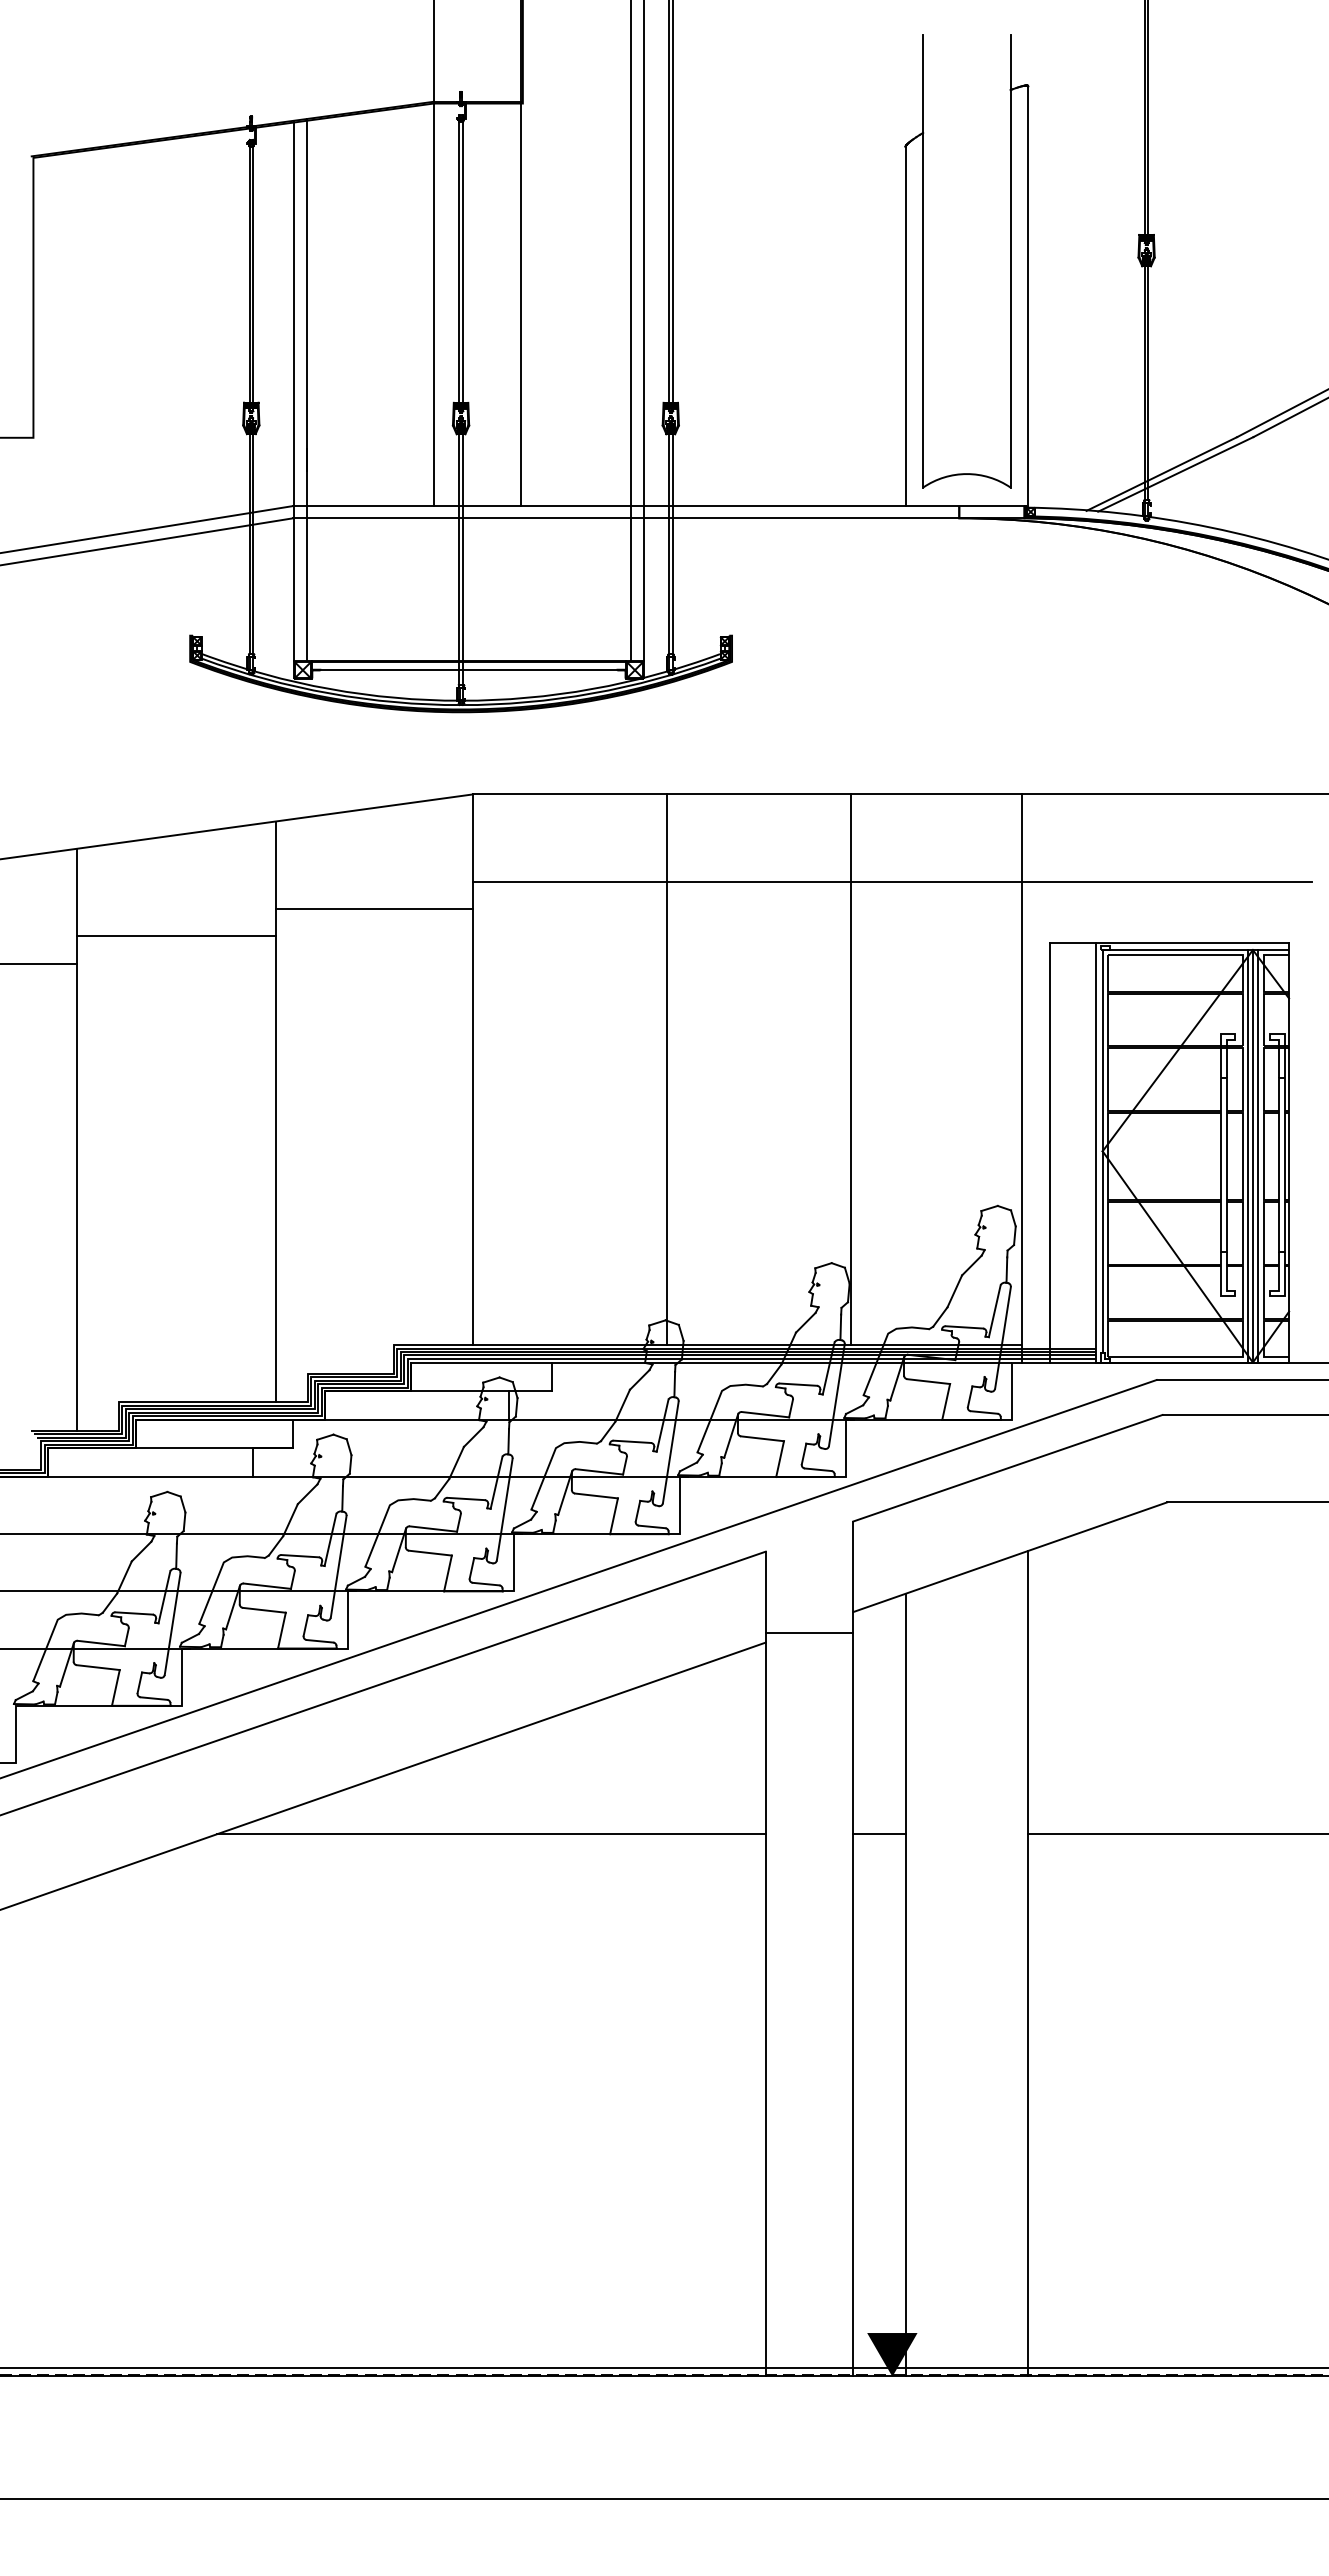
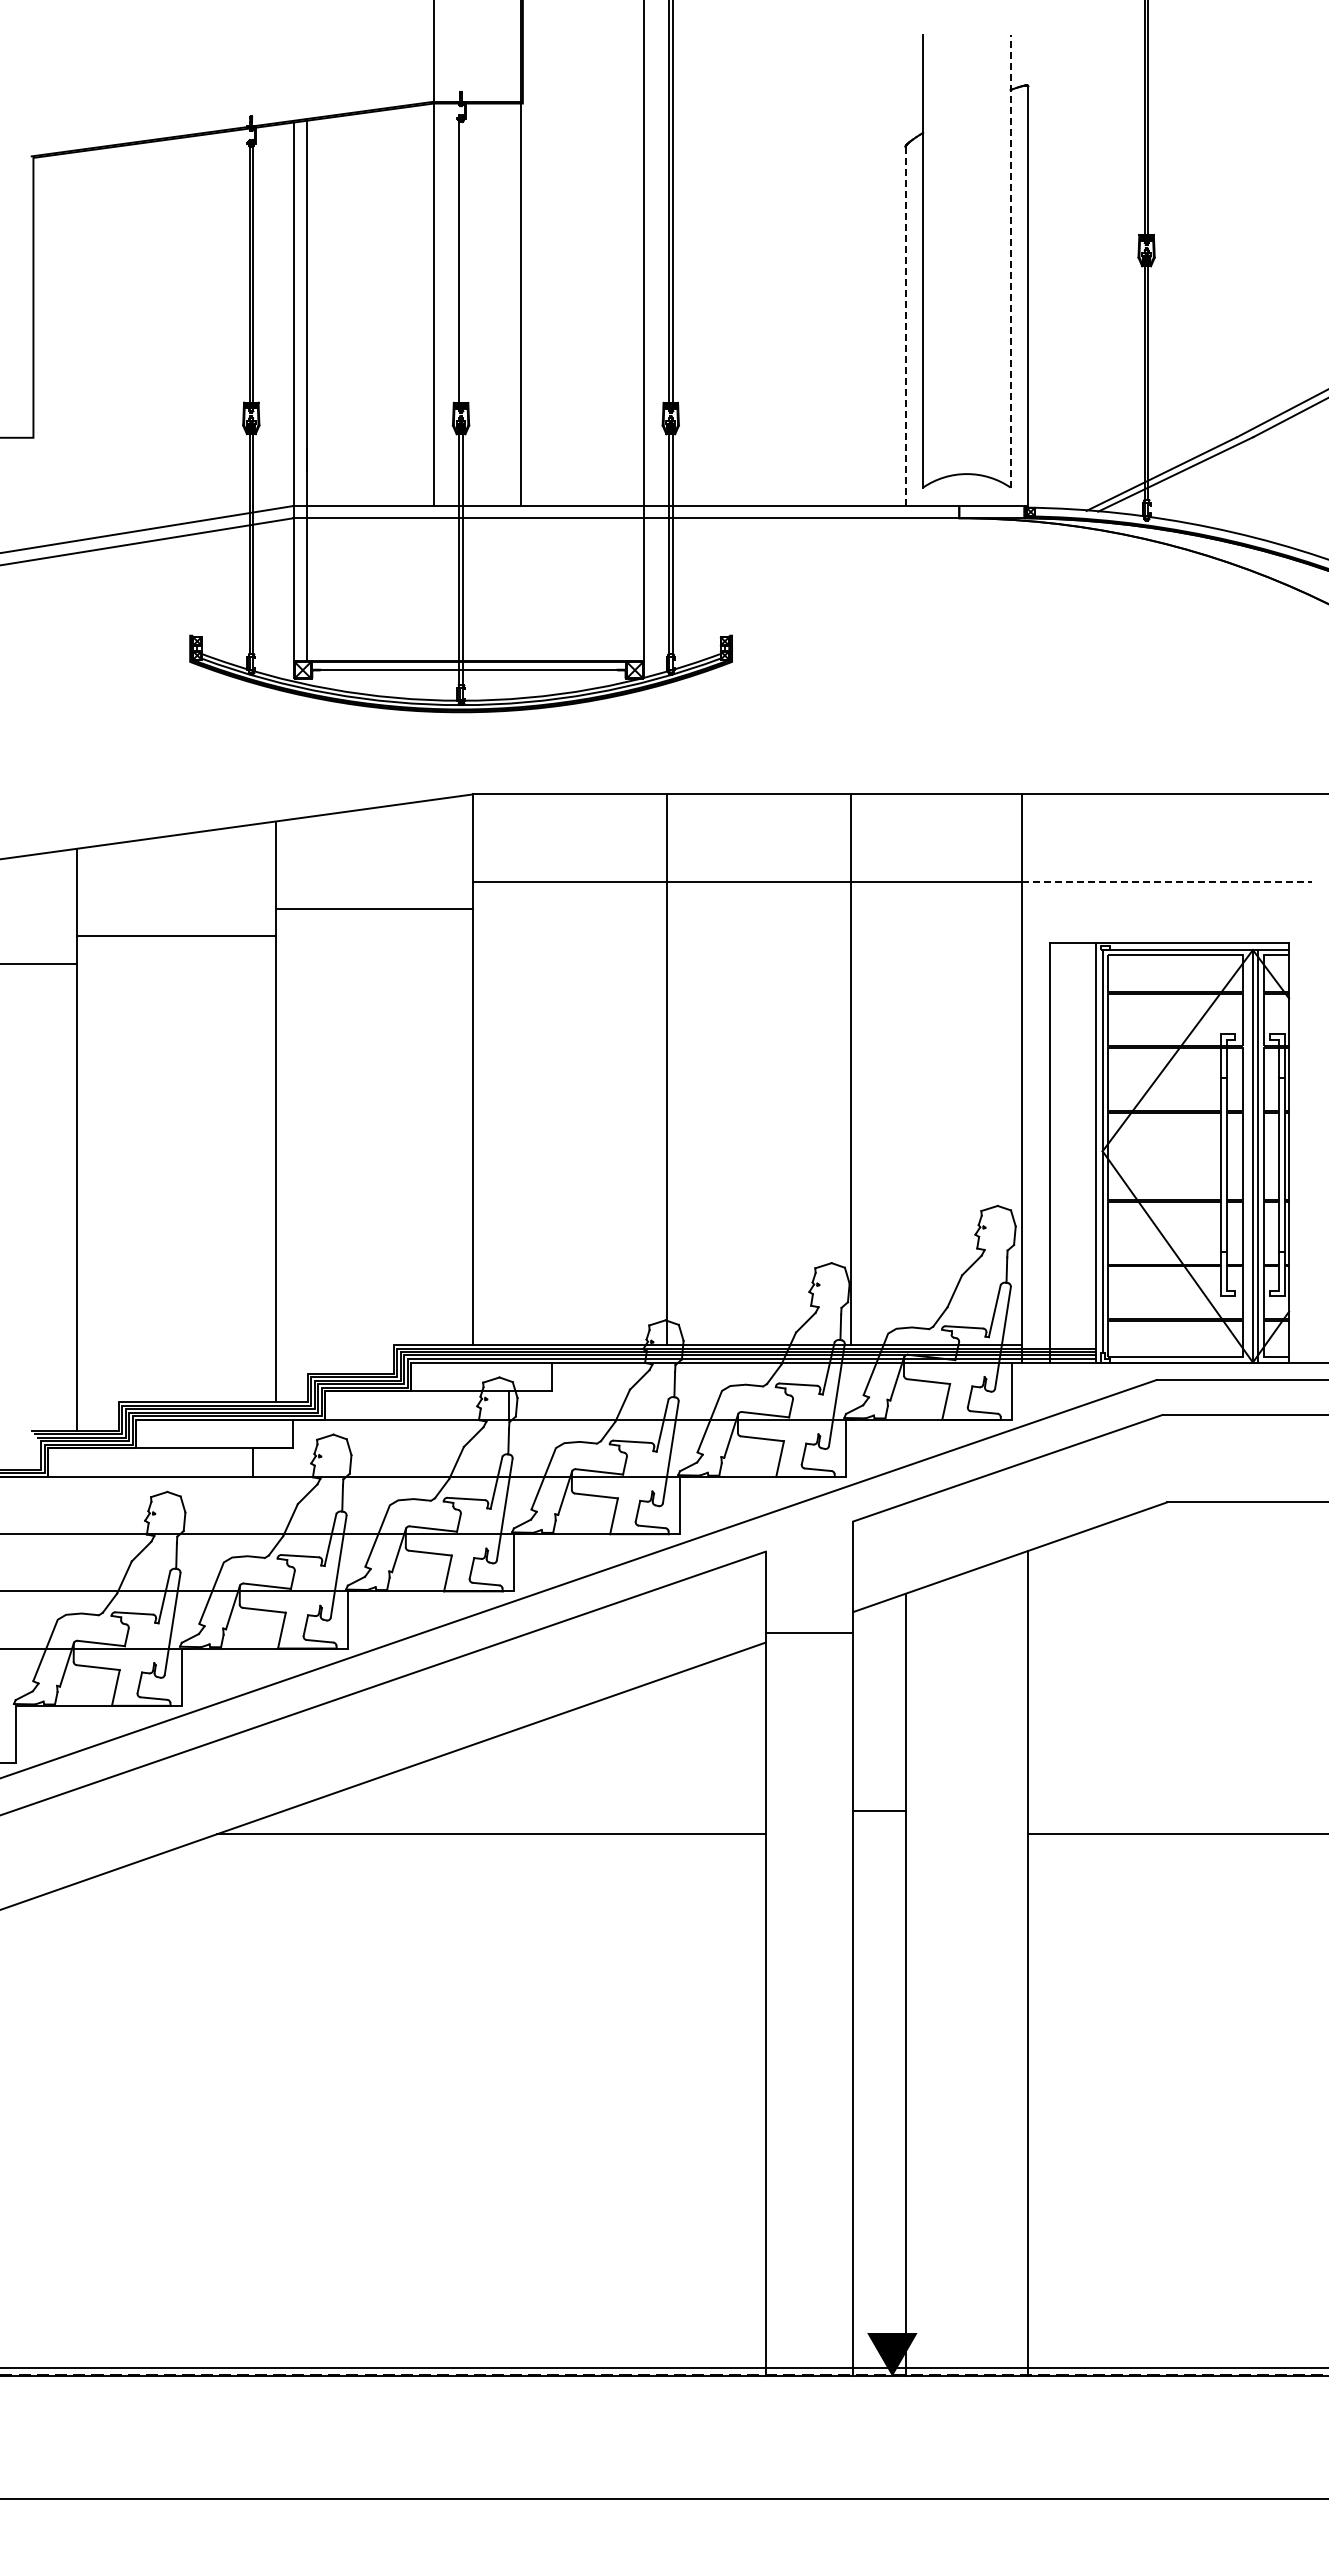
line at (462, 260): present -> none
line at (1010, 260): solid -> dashed
line at (905, 326): solid -> dashed
line at (630, 331): present -> none
line at (1167, 881): solid -> dashed
line at (1247, 1156): present -> none
line at (879, 1834) position: (879, 1834) -> (879, 1811)
